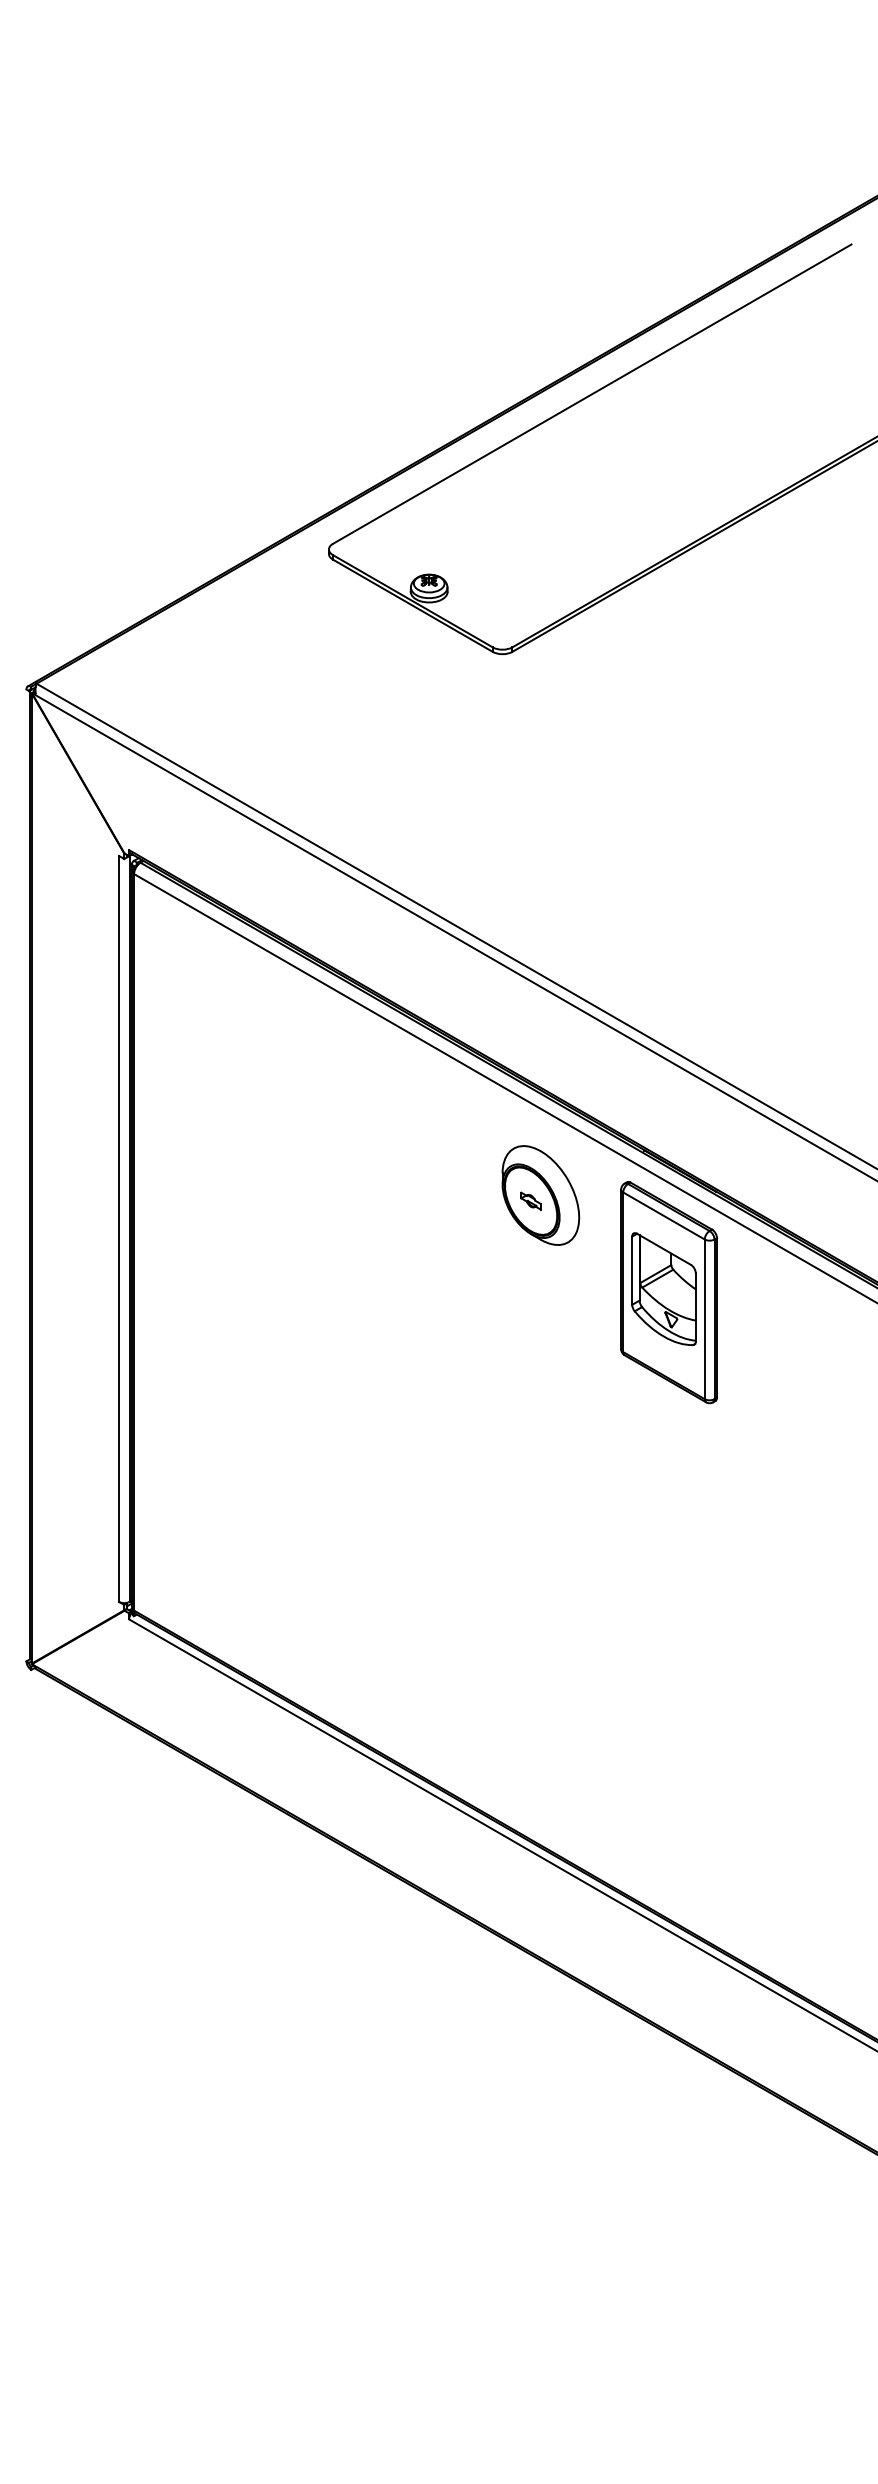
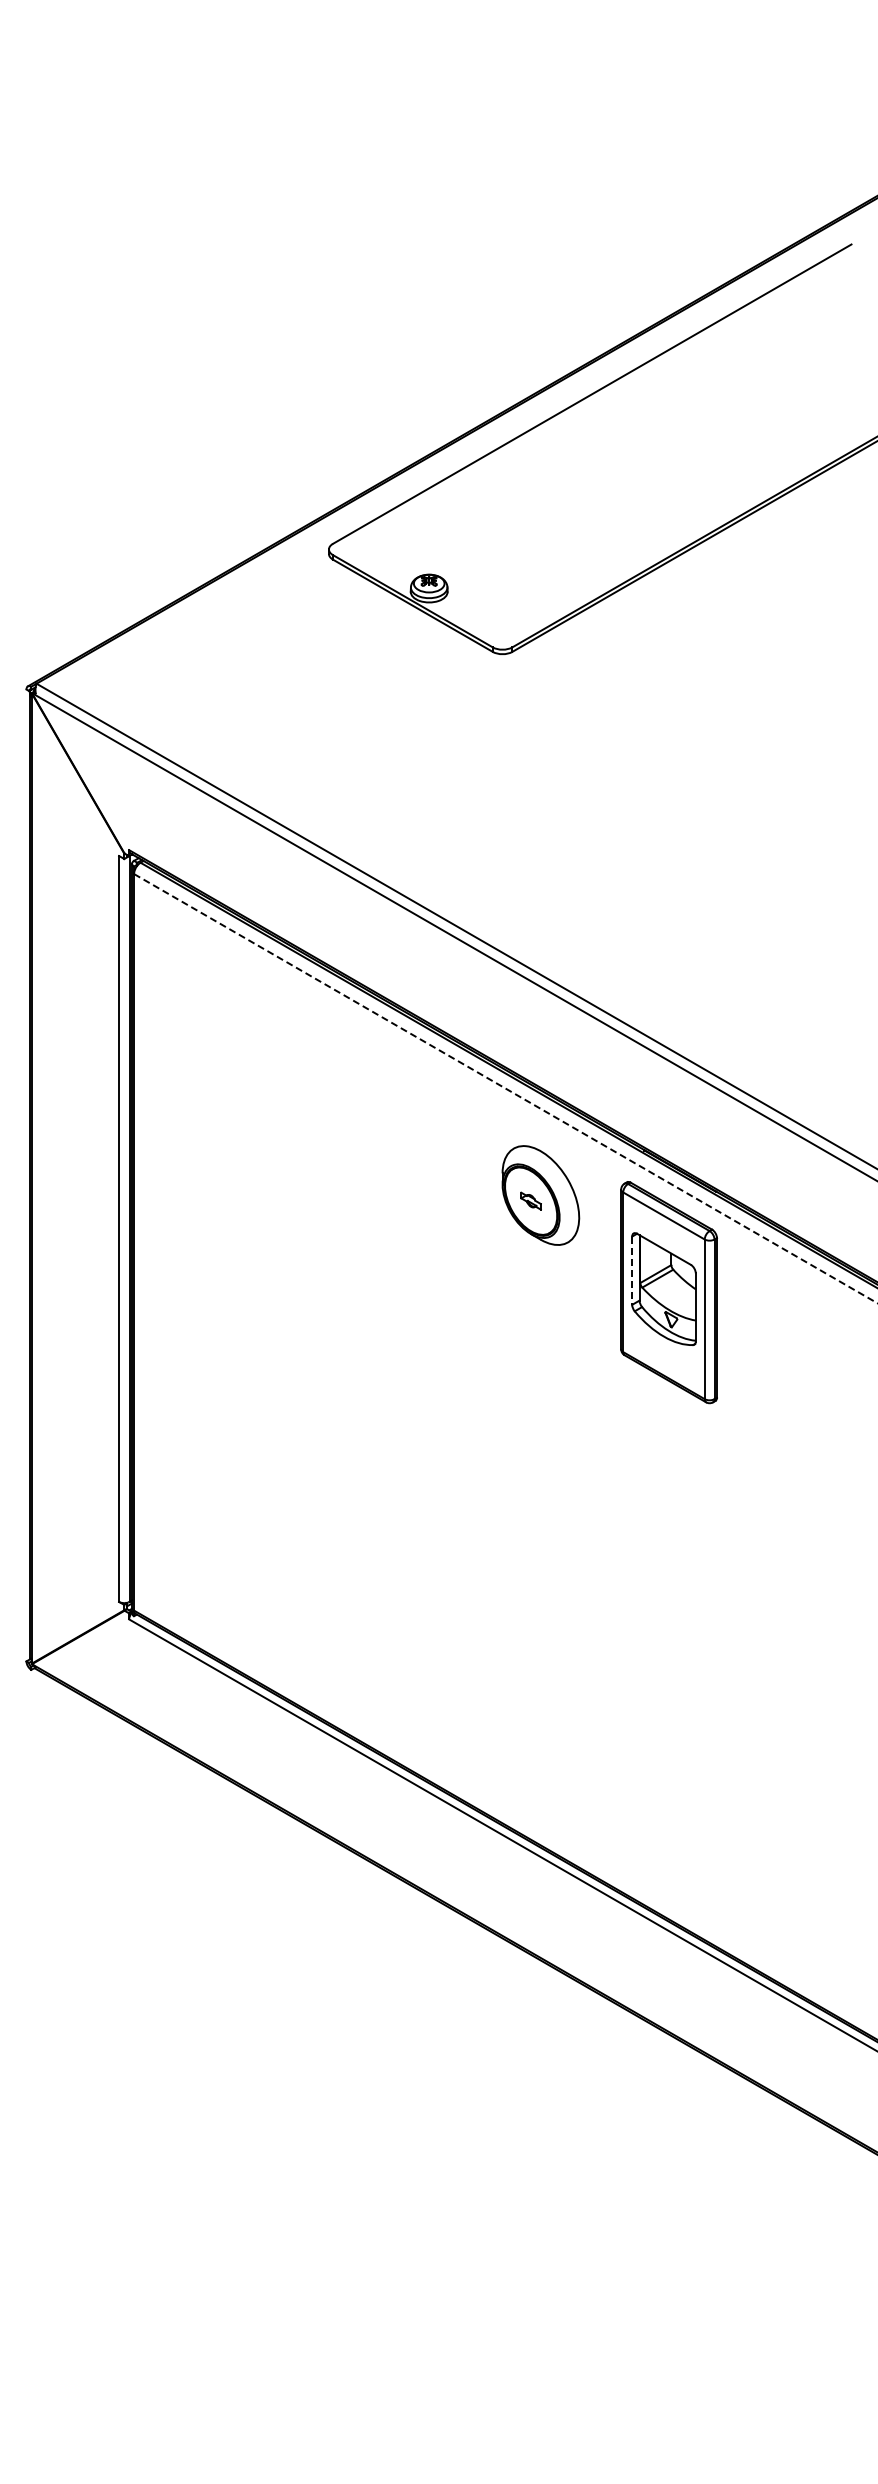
line at (506, 1089): solid -> dashed
line at (632, 1271): solid -> dashed
